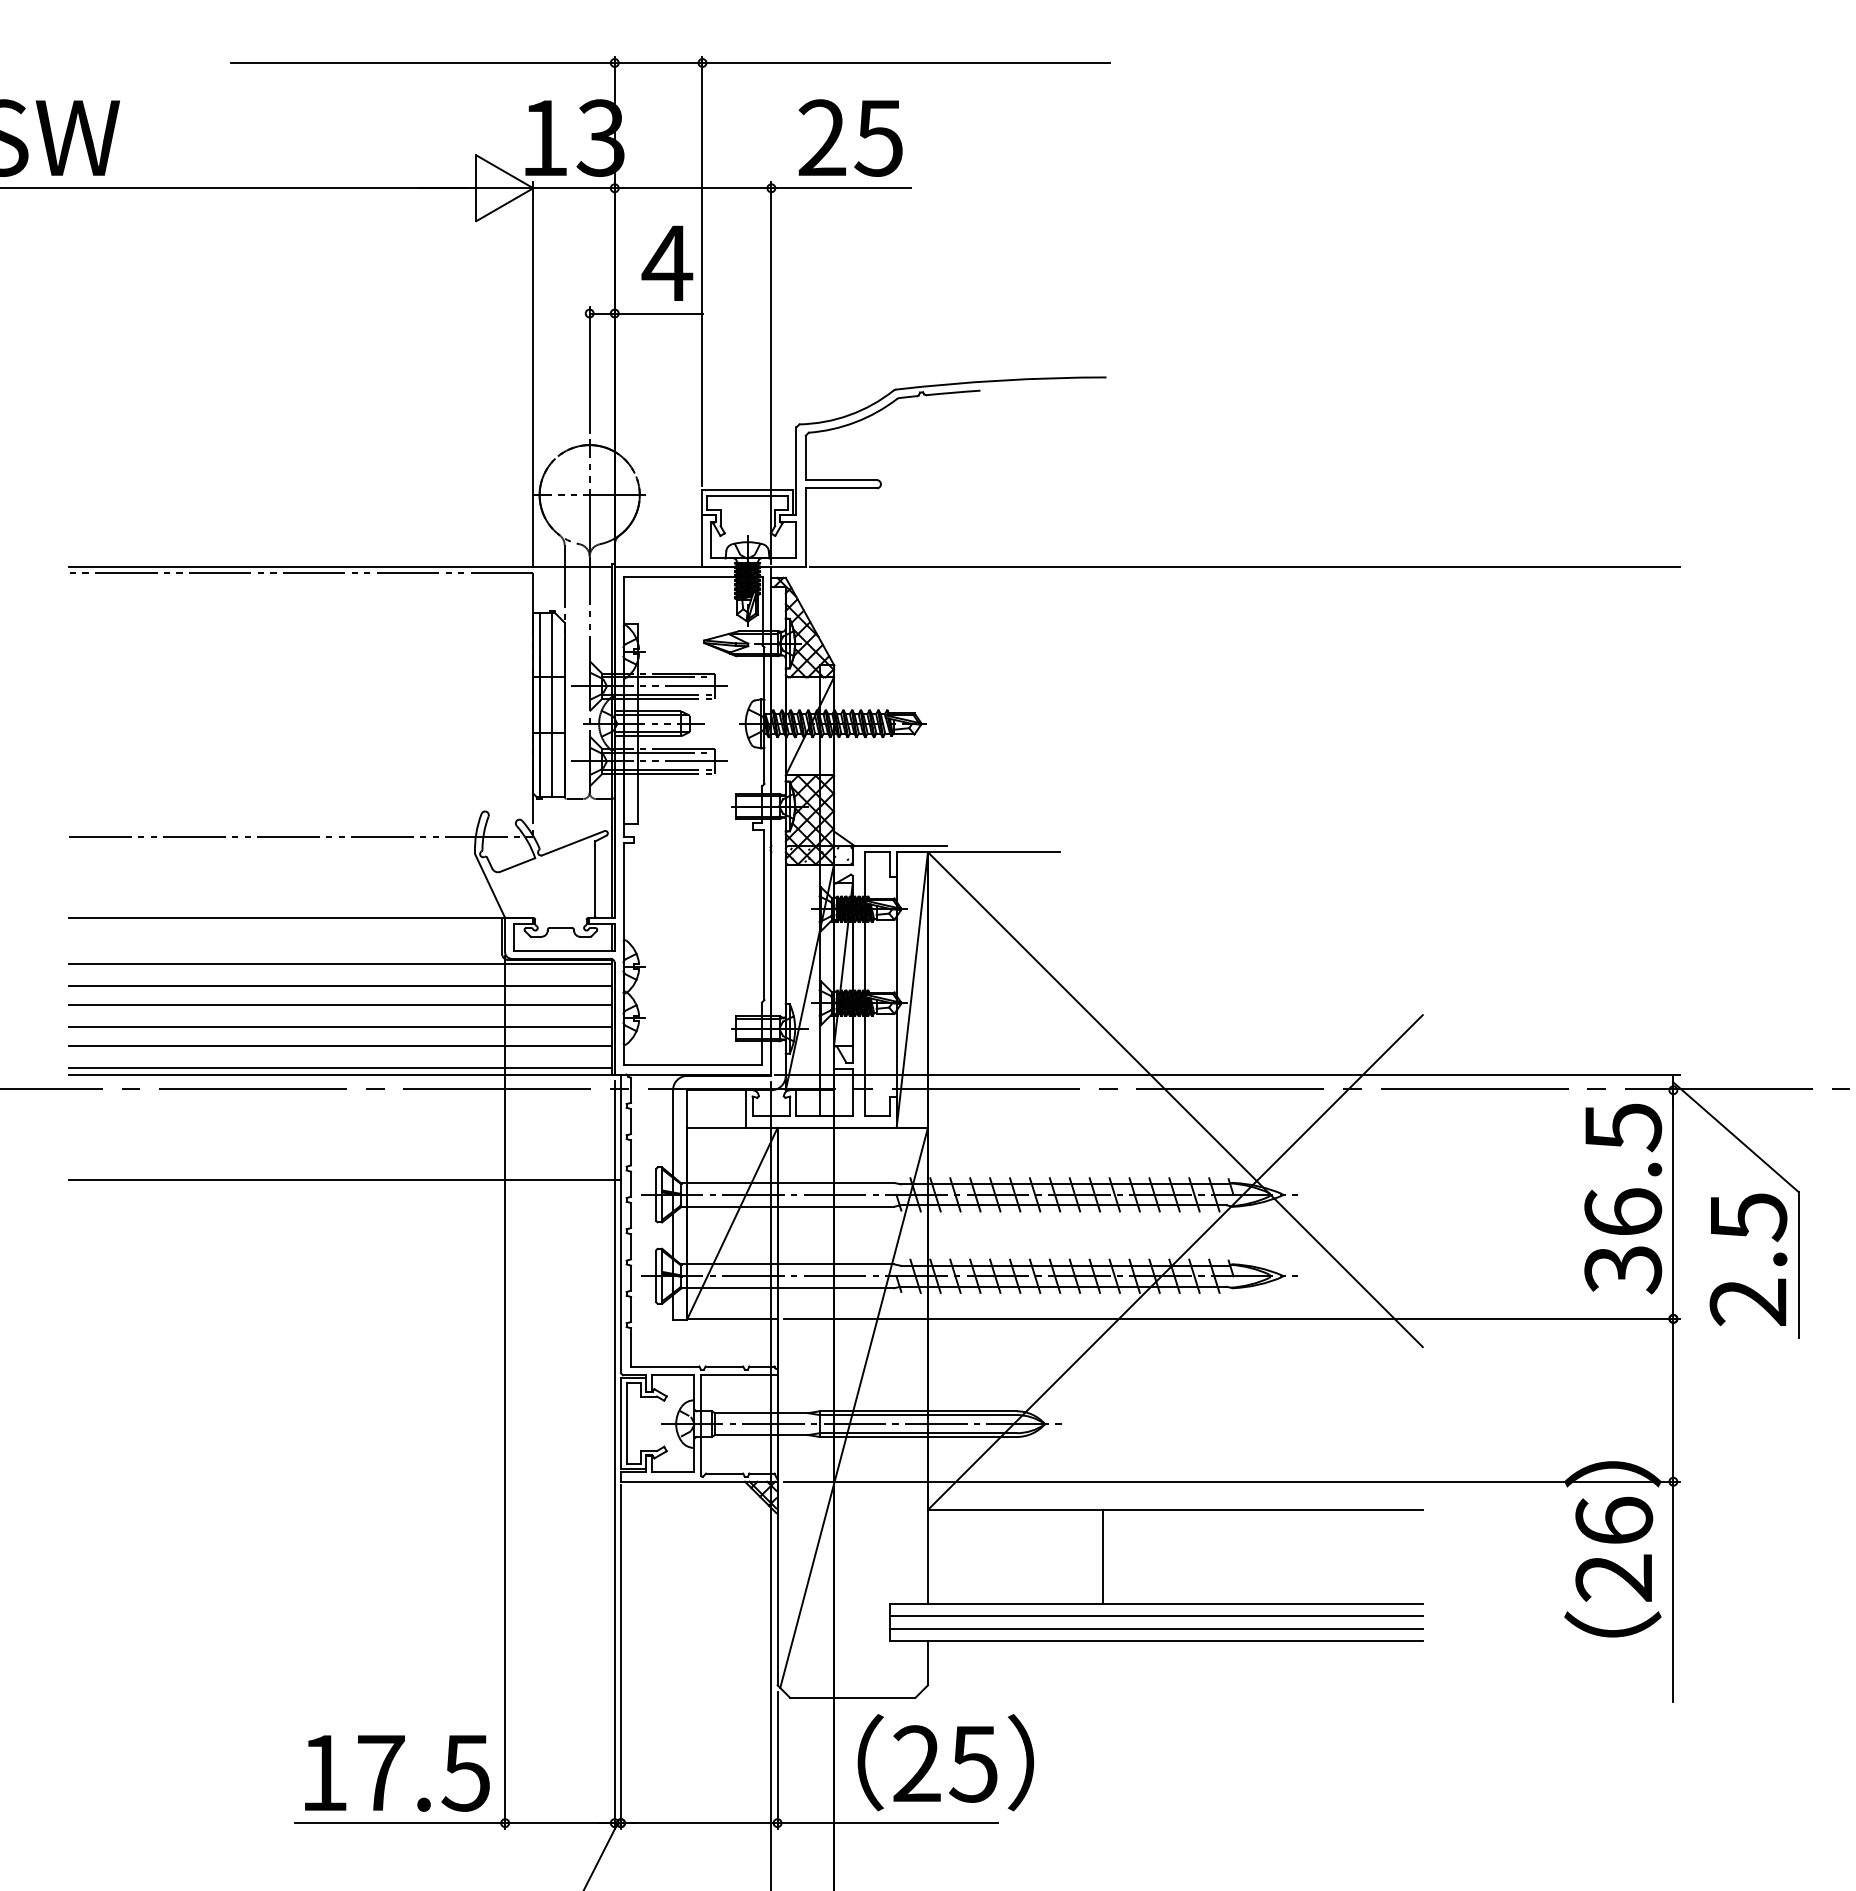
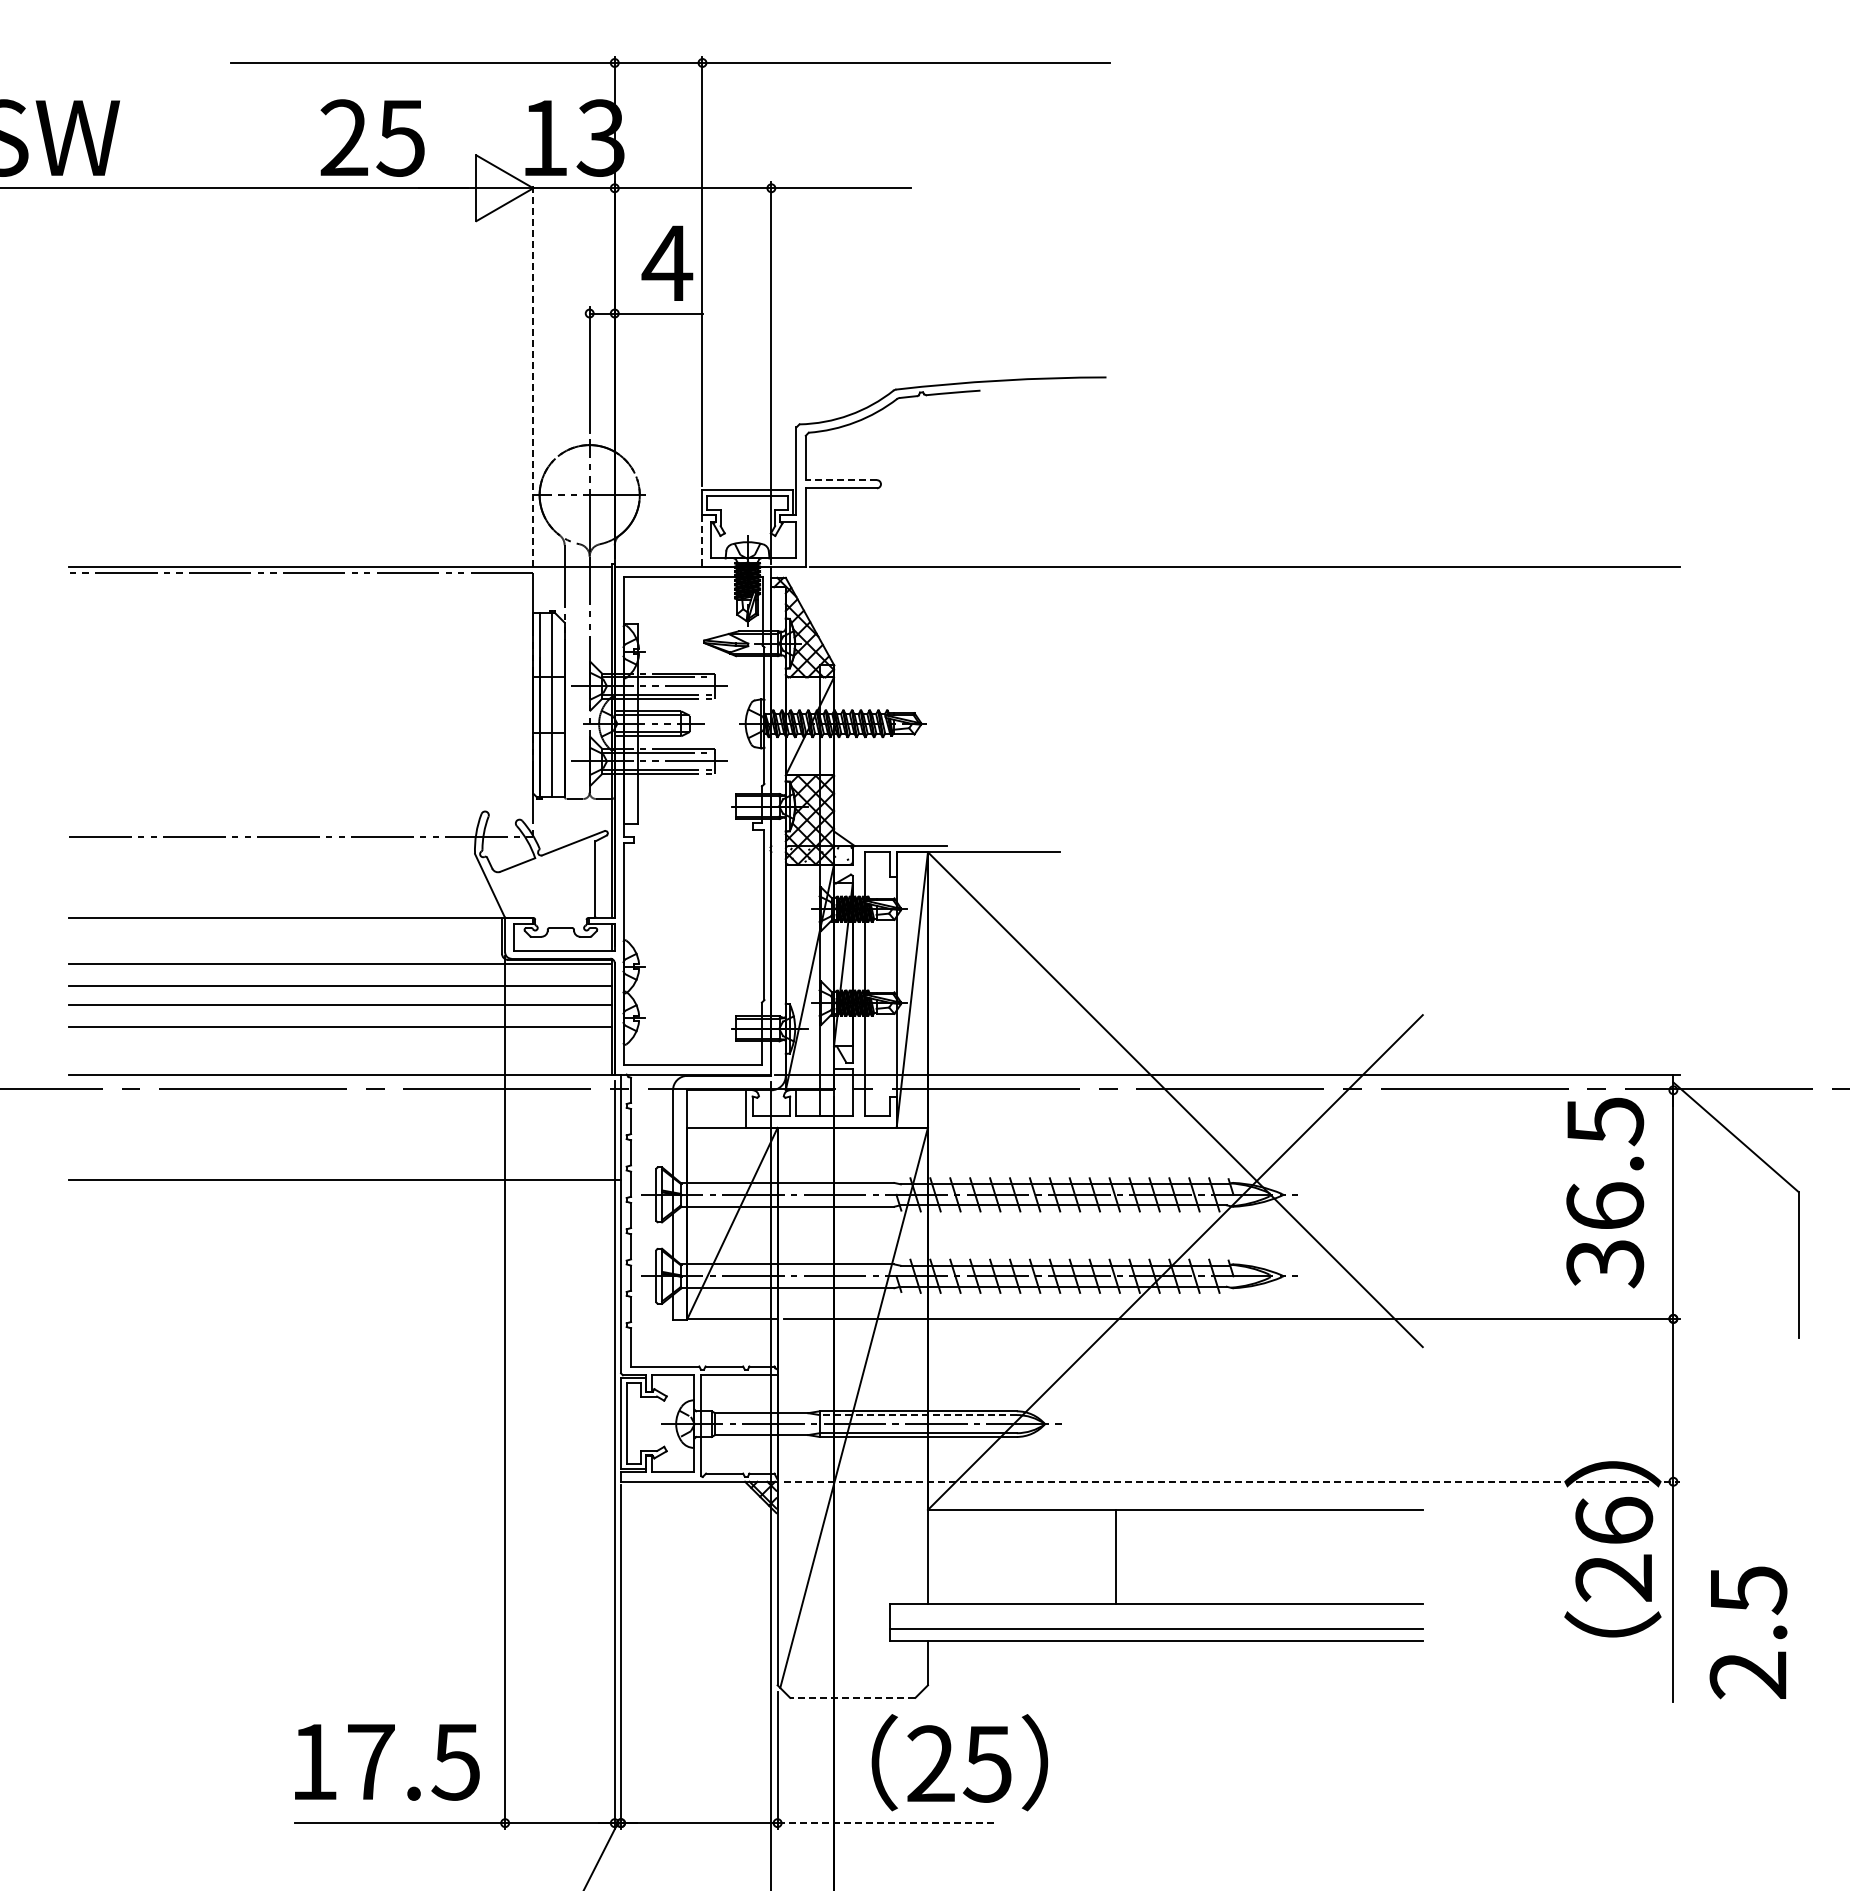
text at (850, 137) position: (850, 137) -> (372, 137)
line at (533, 374): solid -> dashed
line at (841, 480): solid -> dashed
line at (702, 541): solid -> dashed
line at (340, 1045): present -> none
line at (340, 1068): present -> none
text at (1623, 1198) position: (1623, 1198) -> (1605, 1192)
text at (1748, 1259) position: (1748, 1259) -> (1748, 1632)
line at (918, 1415): solid -> dashed
line at (1231, 1481): solid -> dashed
line at (1103, 1556) position: (1103, 1556) -> (1116, 1556)
line at (1156, 1616): present -> none
line at (852, 1697): solid -> dashed
text at (945, 1762) position: (945, 1762) -> (959, 1762)
text at (397, 1773) position: (397, 1773) -> (387, 1762)
line at (887, 1823): solid -> dashed
